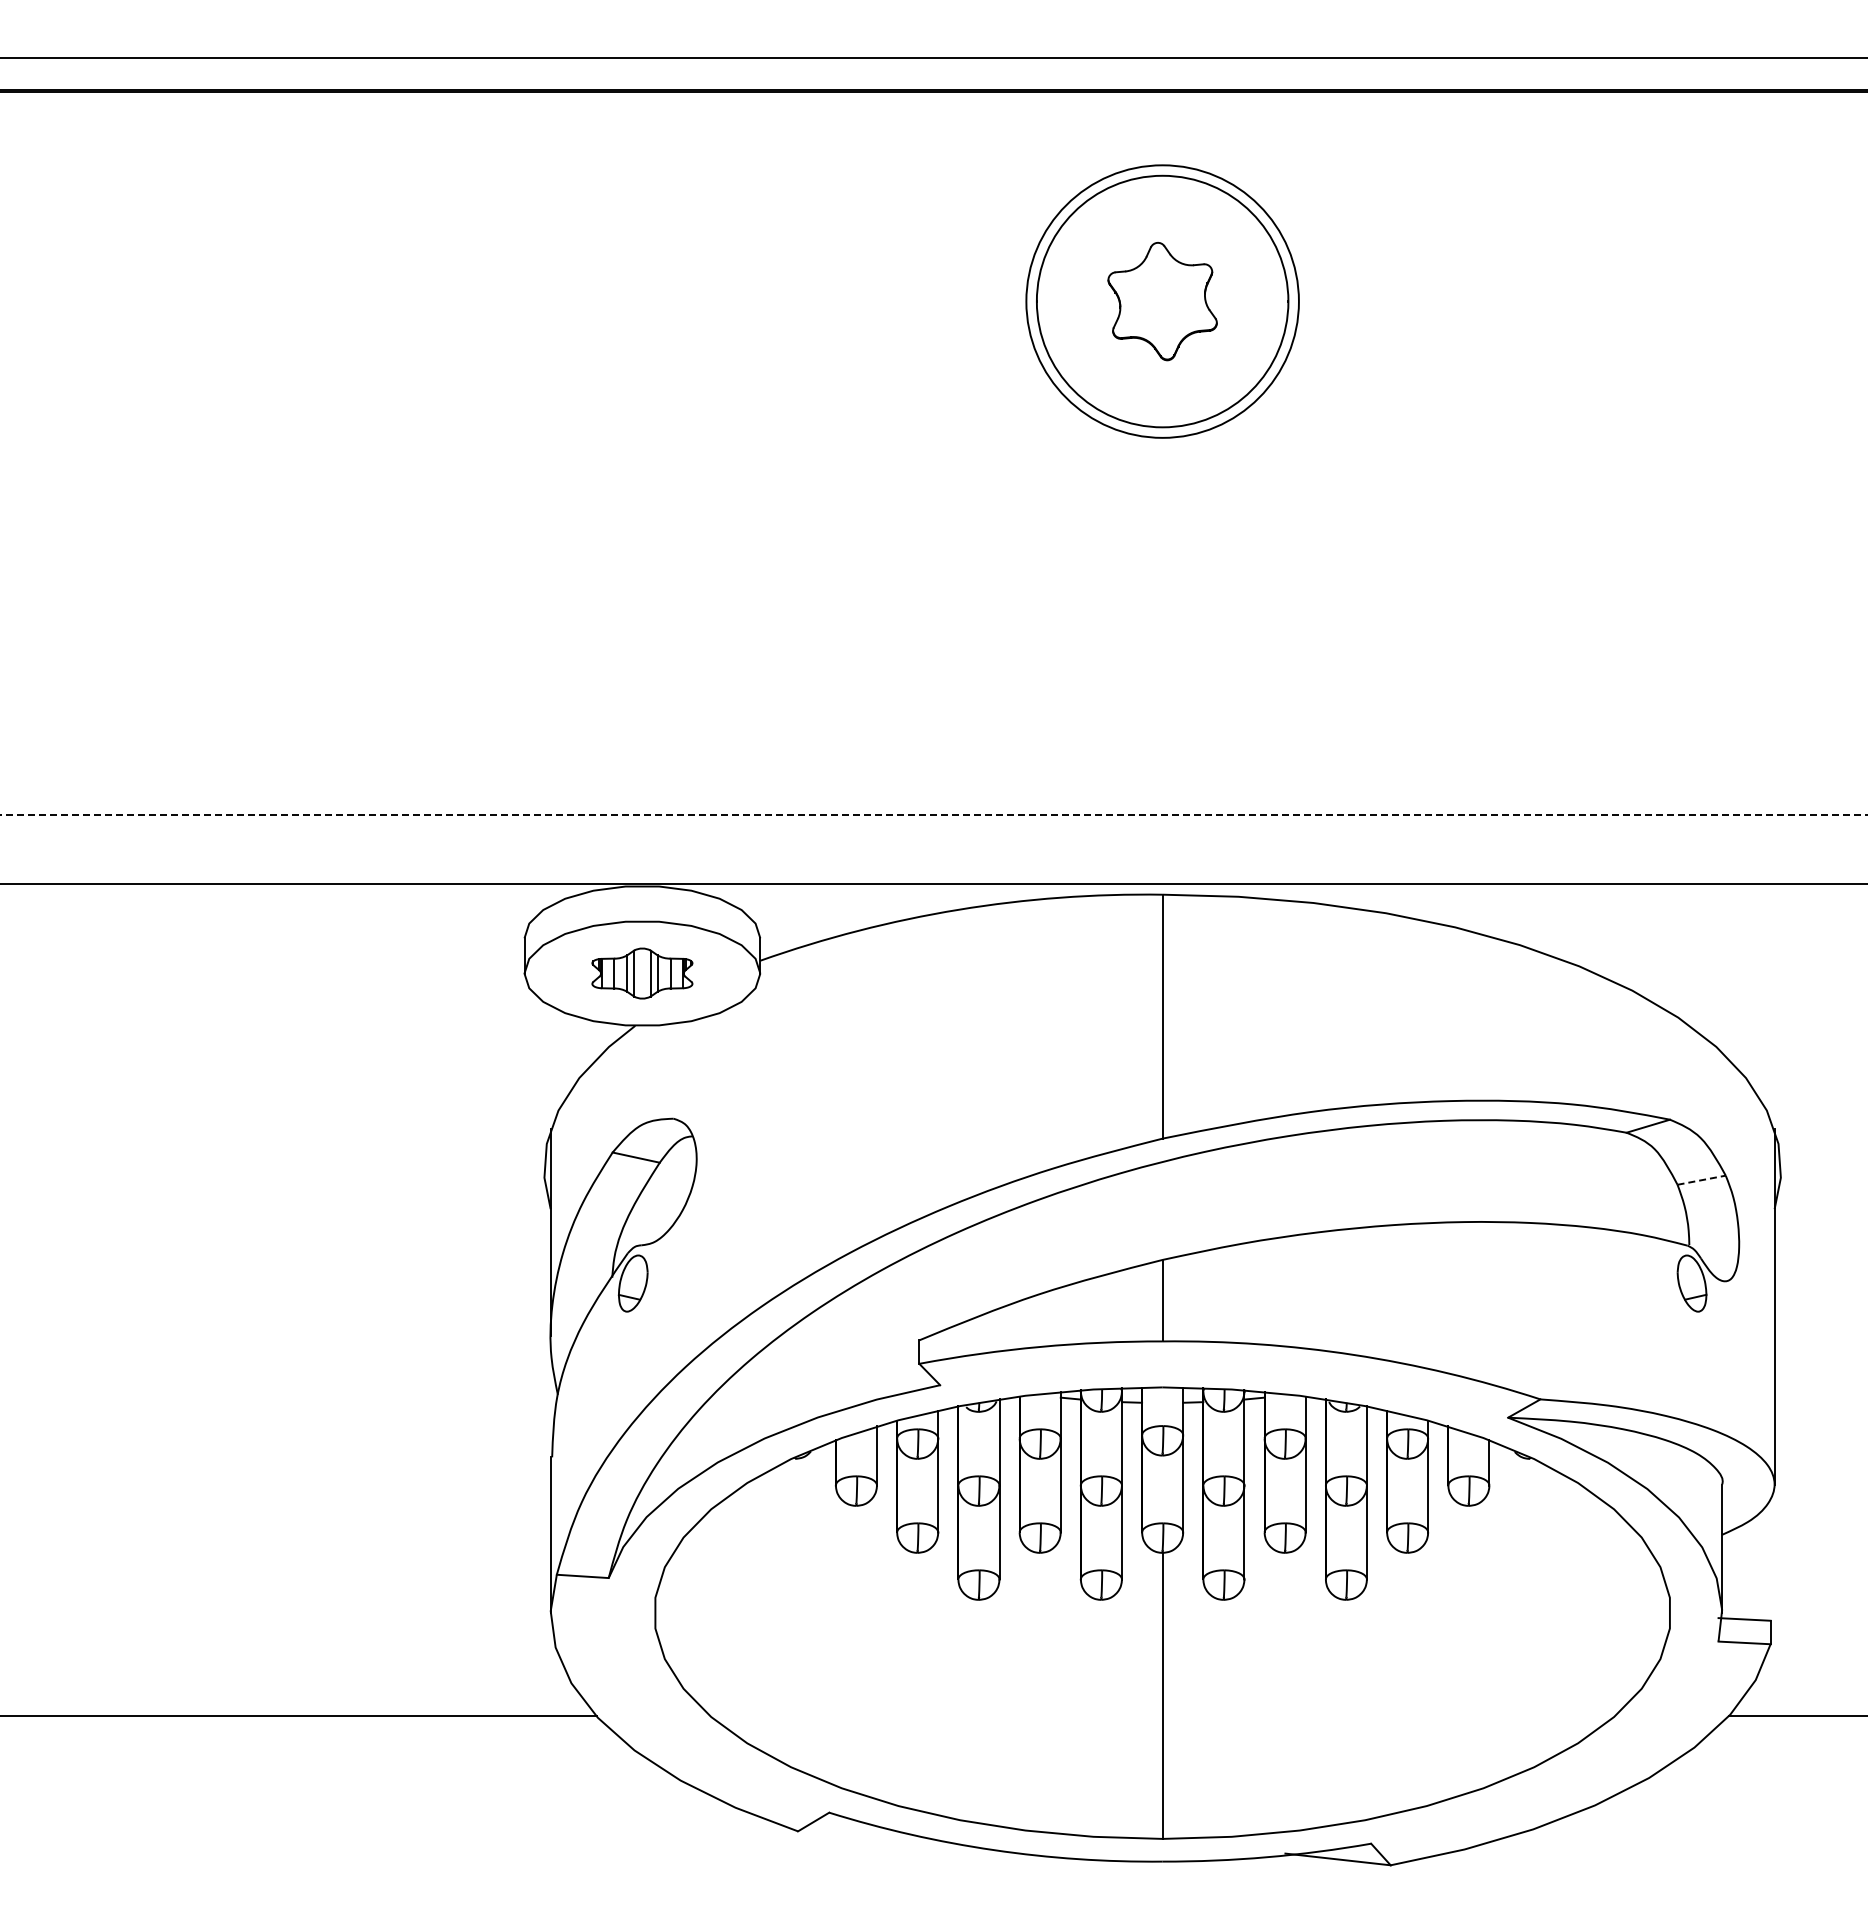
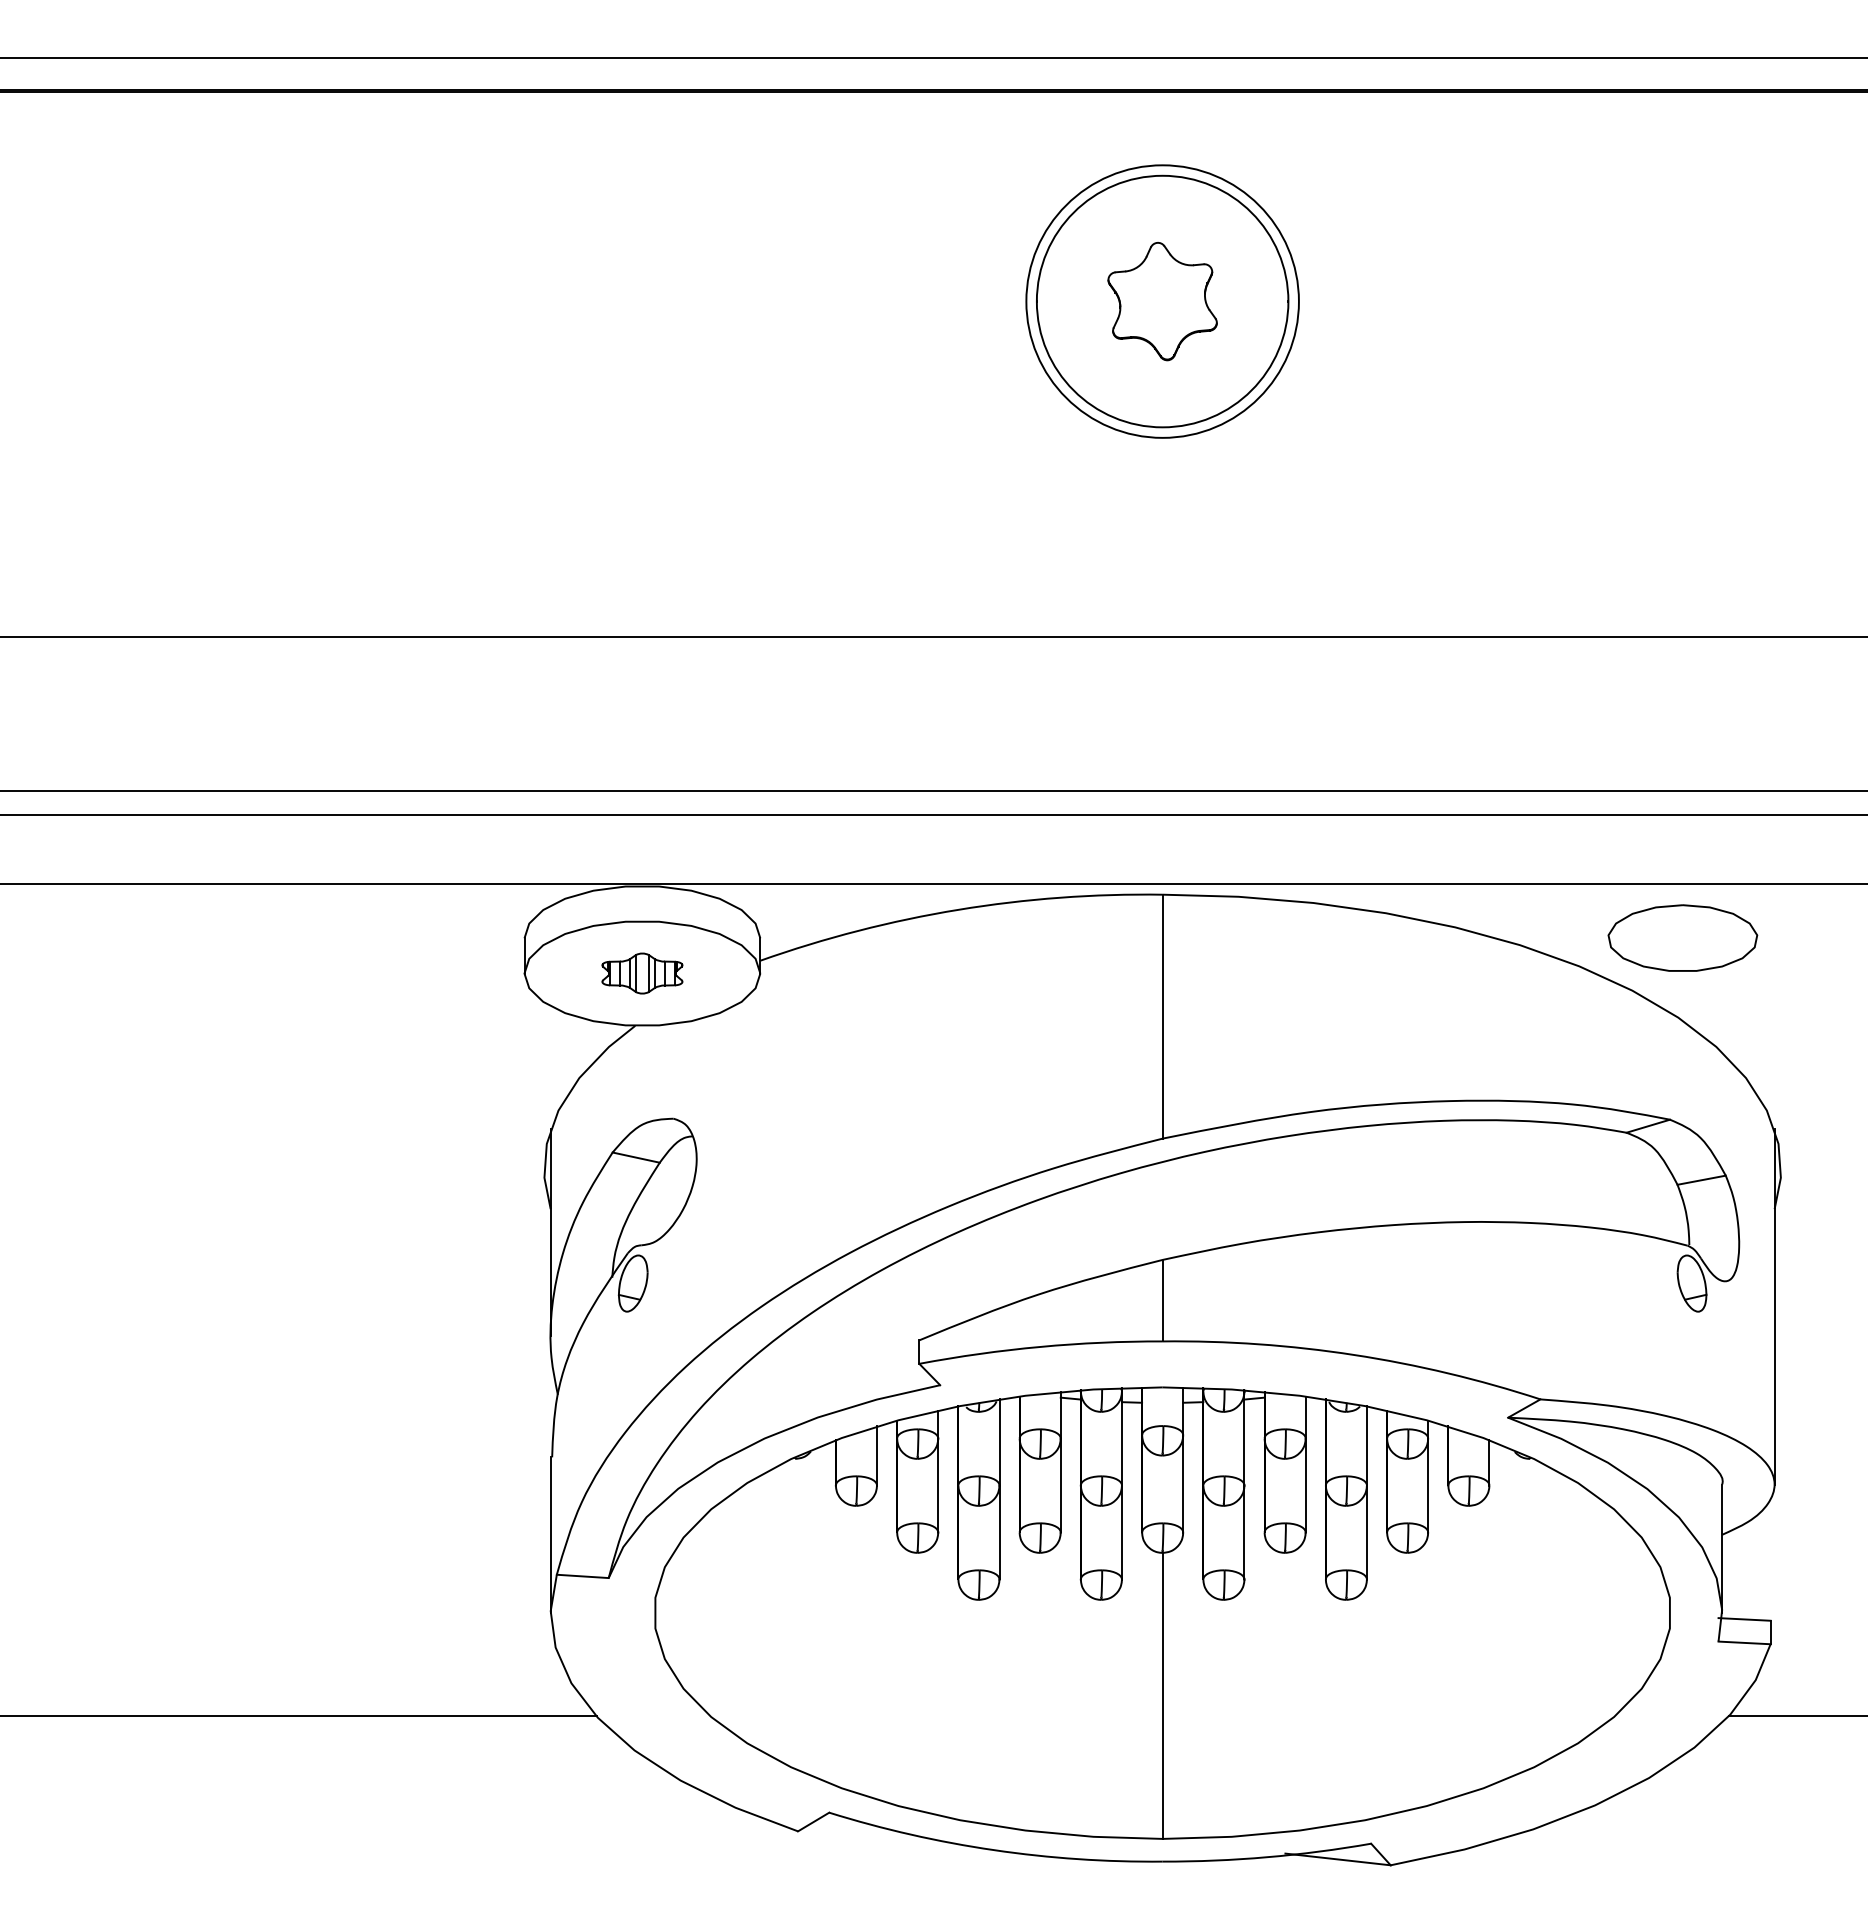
line at (933, 637): none -> present
line at (933, 791): none -> present
line at (934, 815): dashed -> solid
part at (1682, 937): none -> present
part at (642, 973) size: 103x53 px -> 83x43 px
line at (1701, 1180): dashed -> solid
